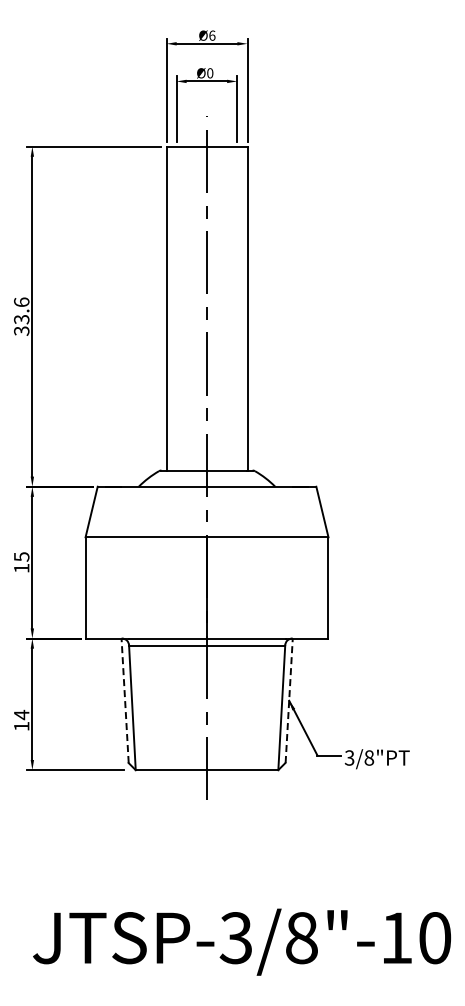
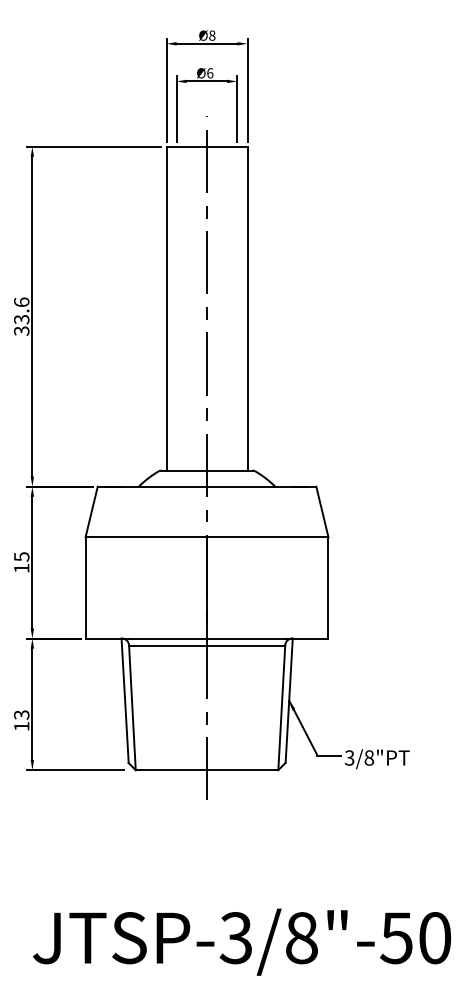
text at (212, 35): Ø6 -> Ø8
text at (210, 73): Ø0 -> Ø6
line at (125, 700): dashed -> solid
line at (289, 700): dashed -> solid
text at (21, 714): 14 -> 13
text at (396, 938): JTSP-3/8"-10 -> JTSP-3/8"-50
